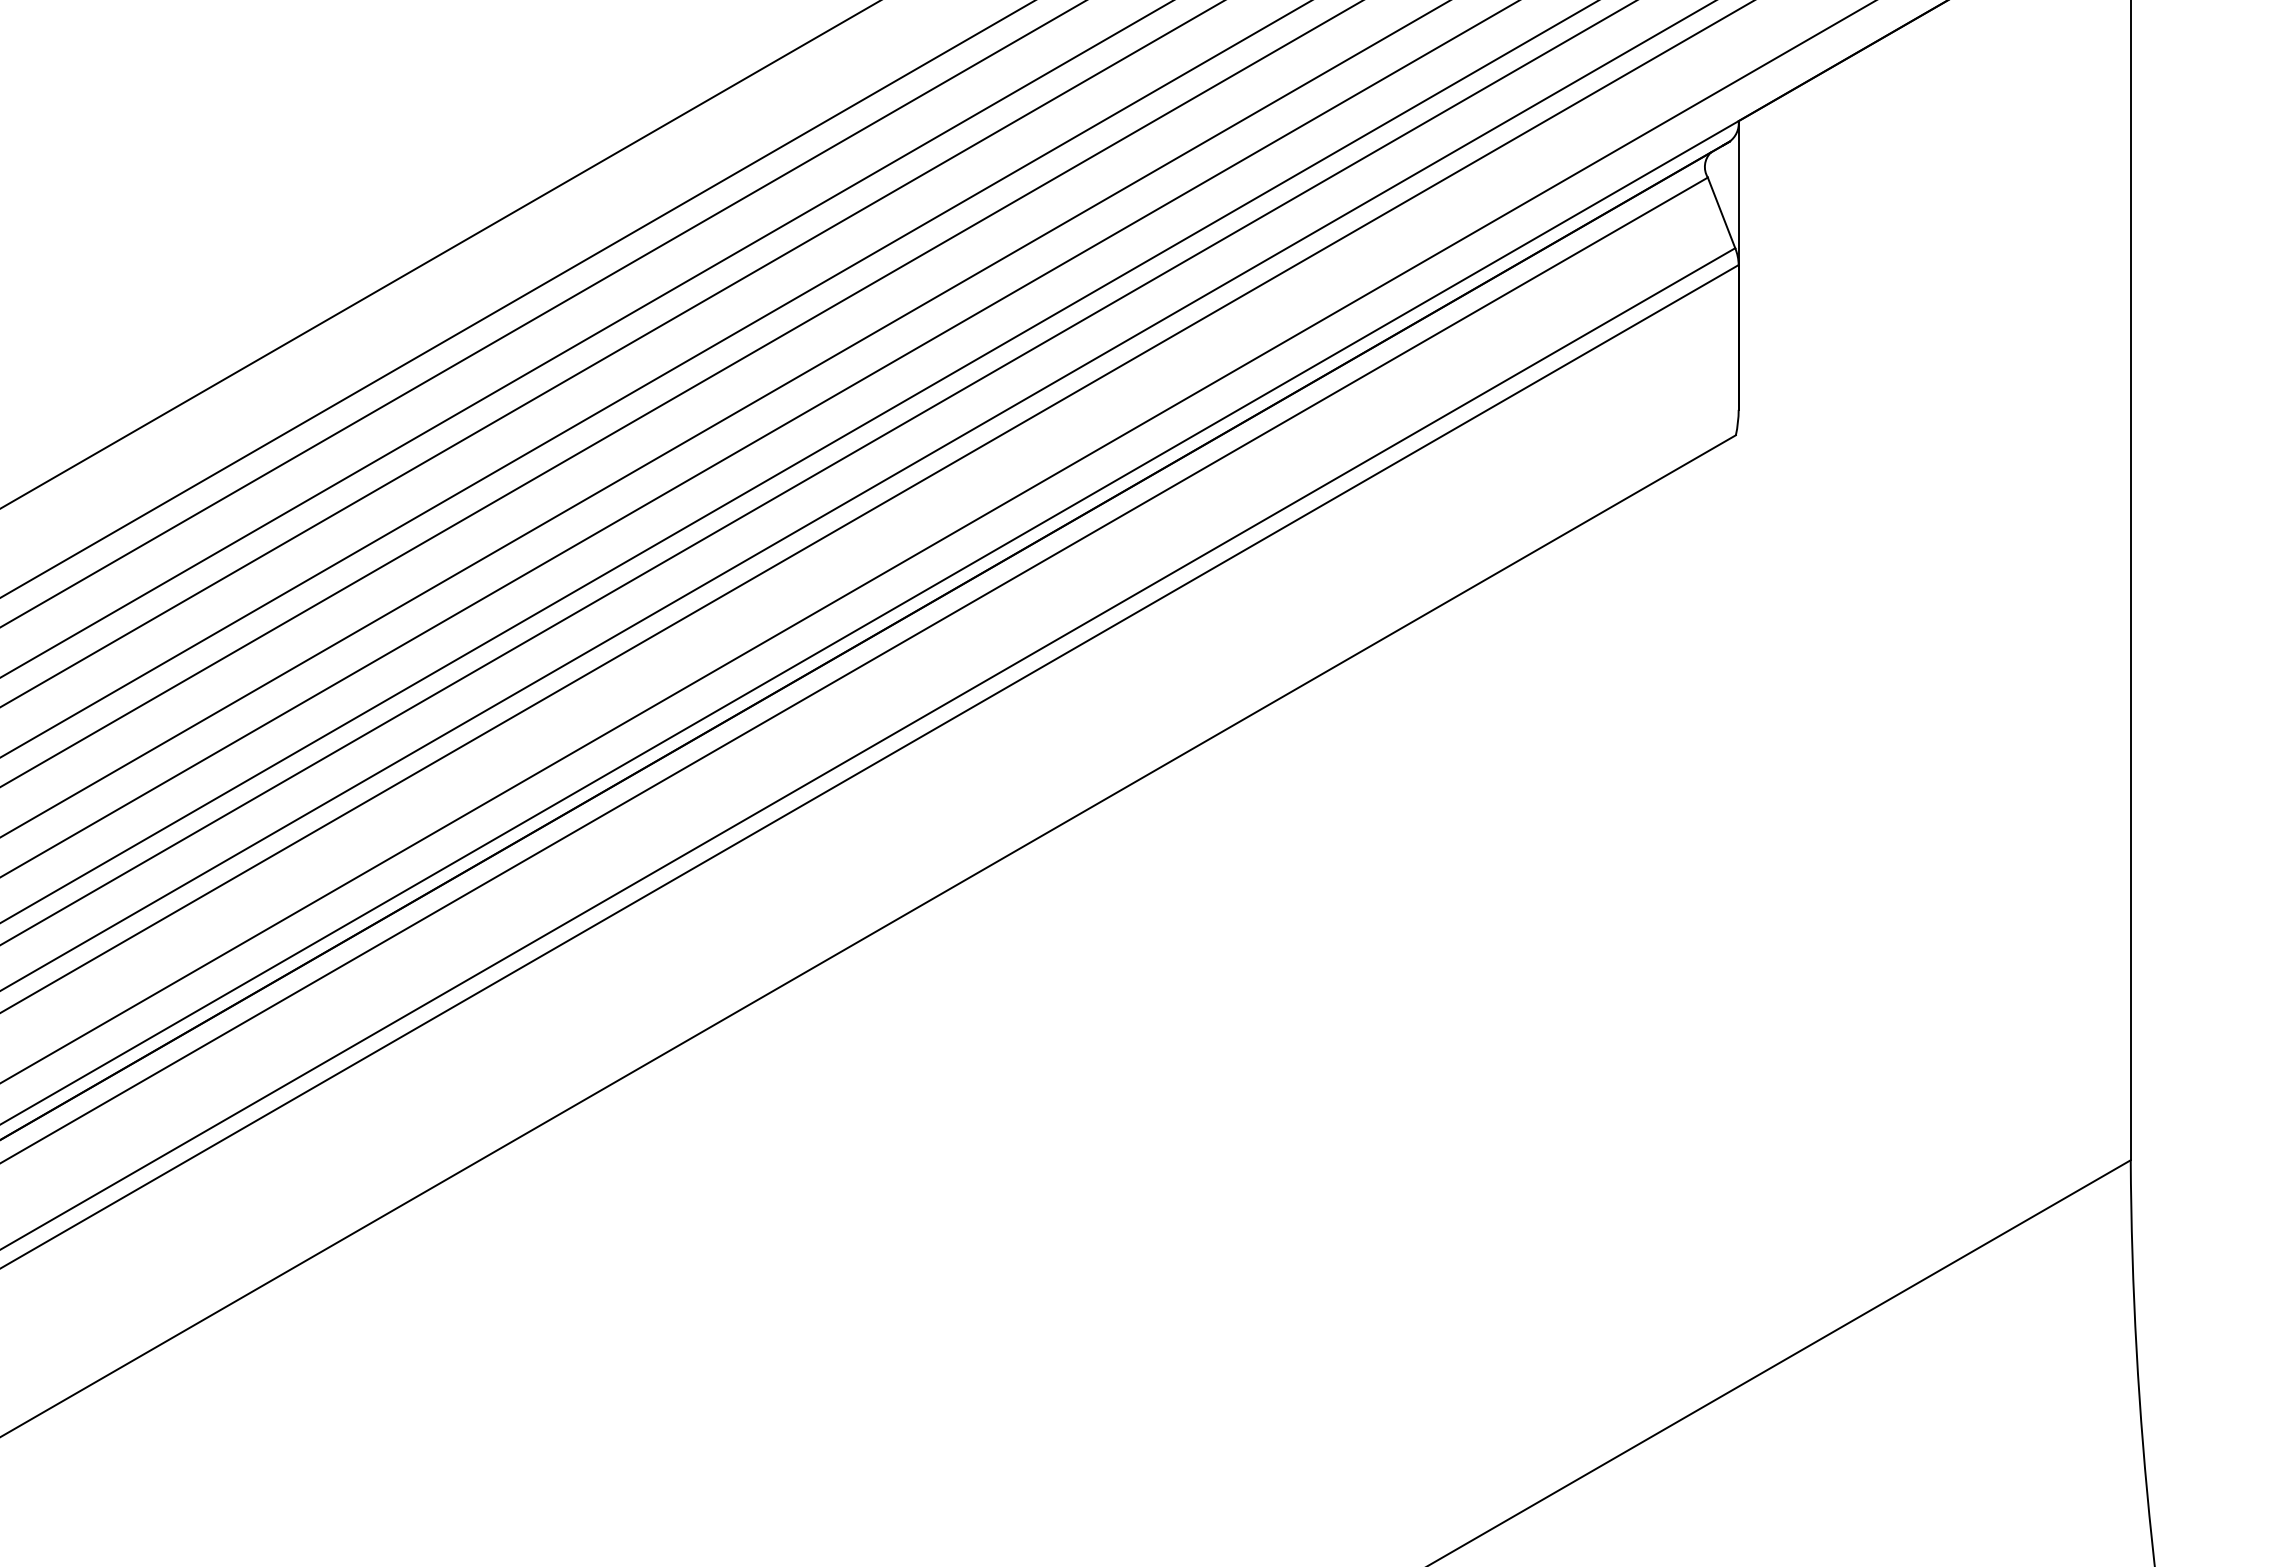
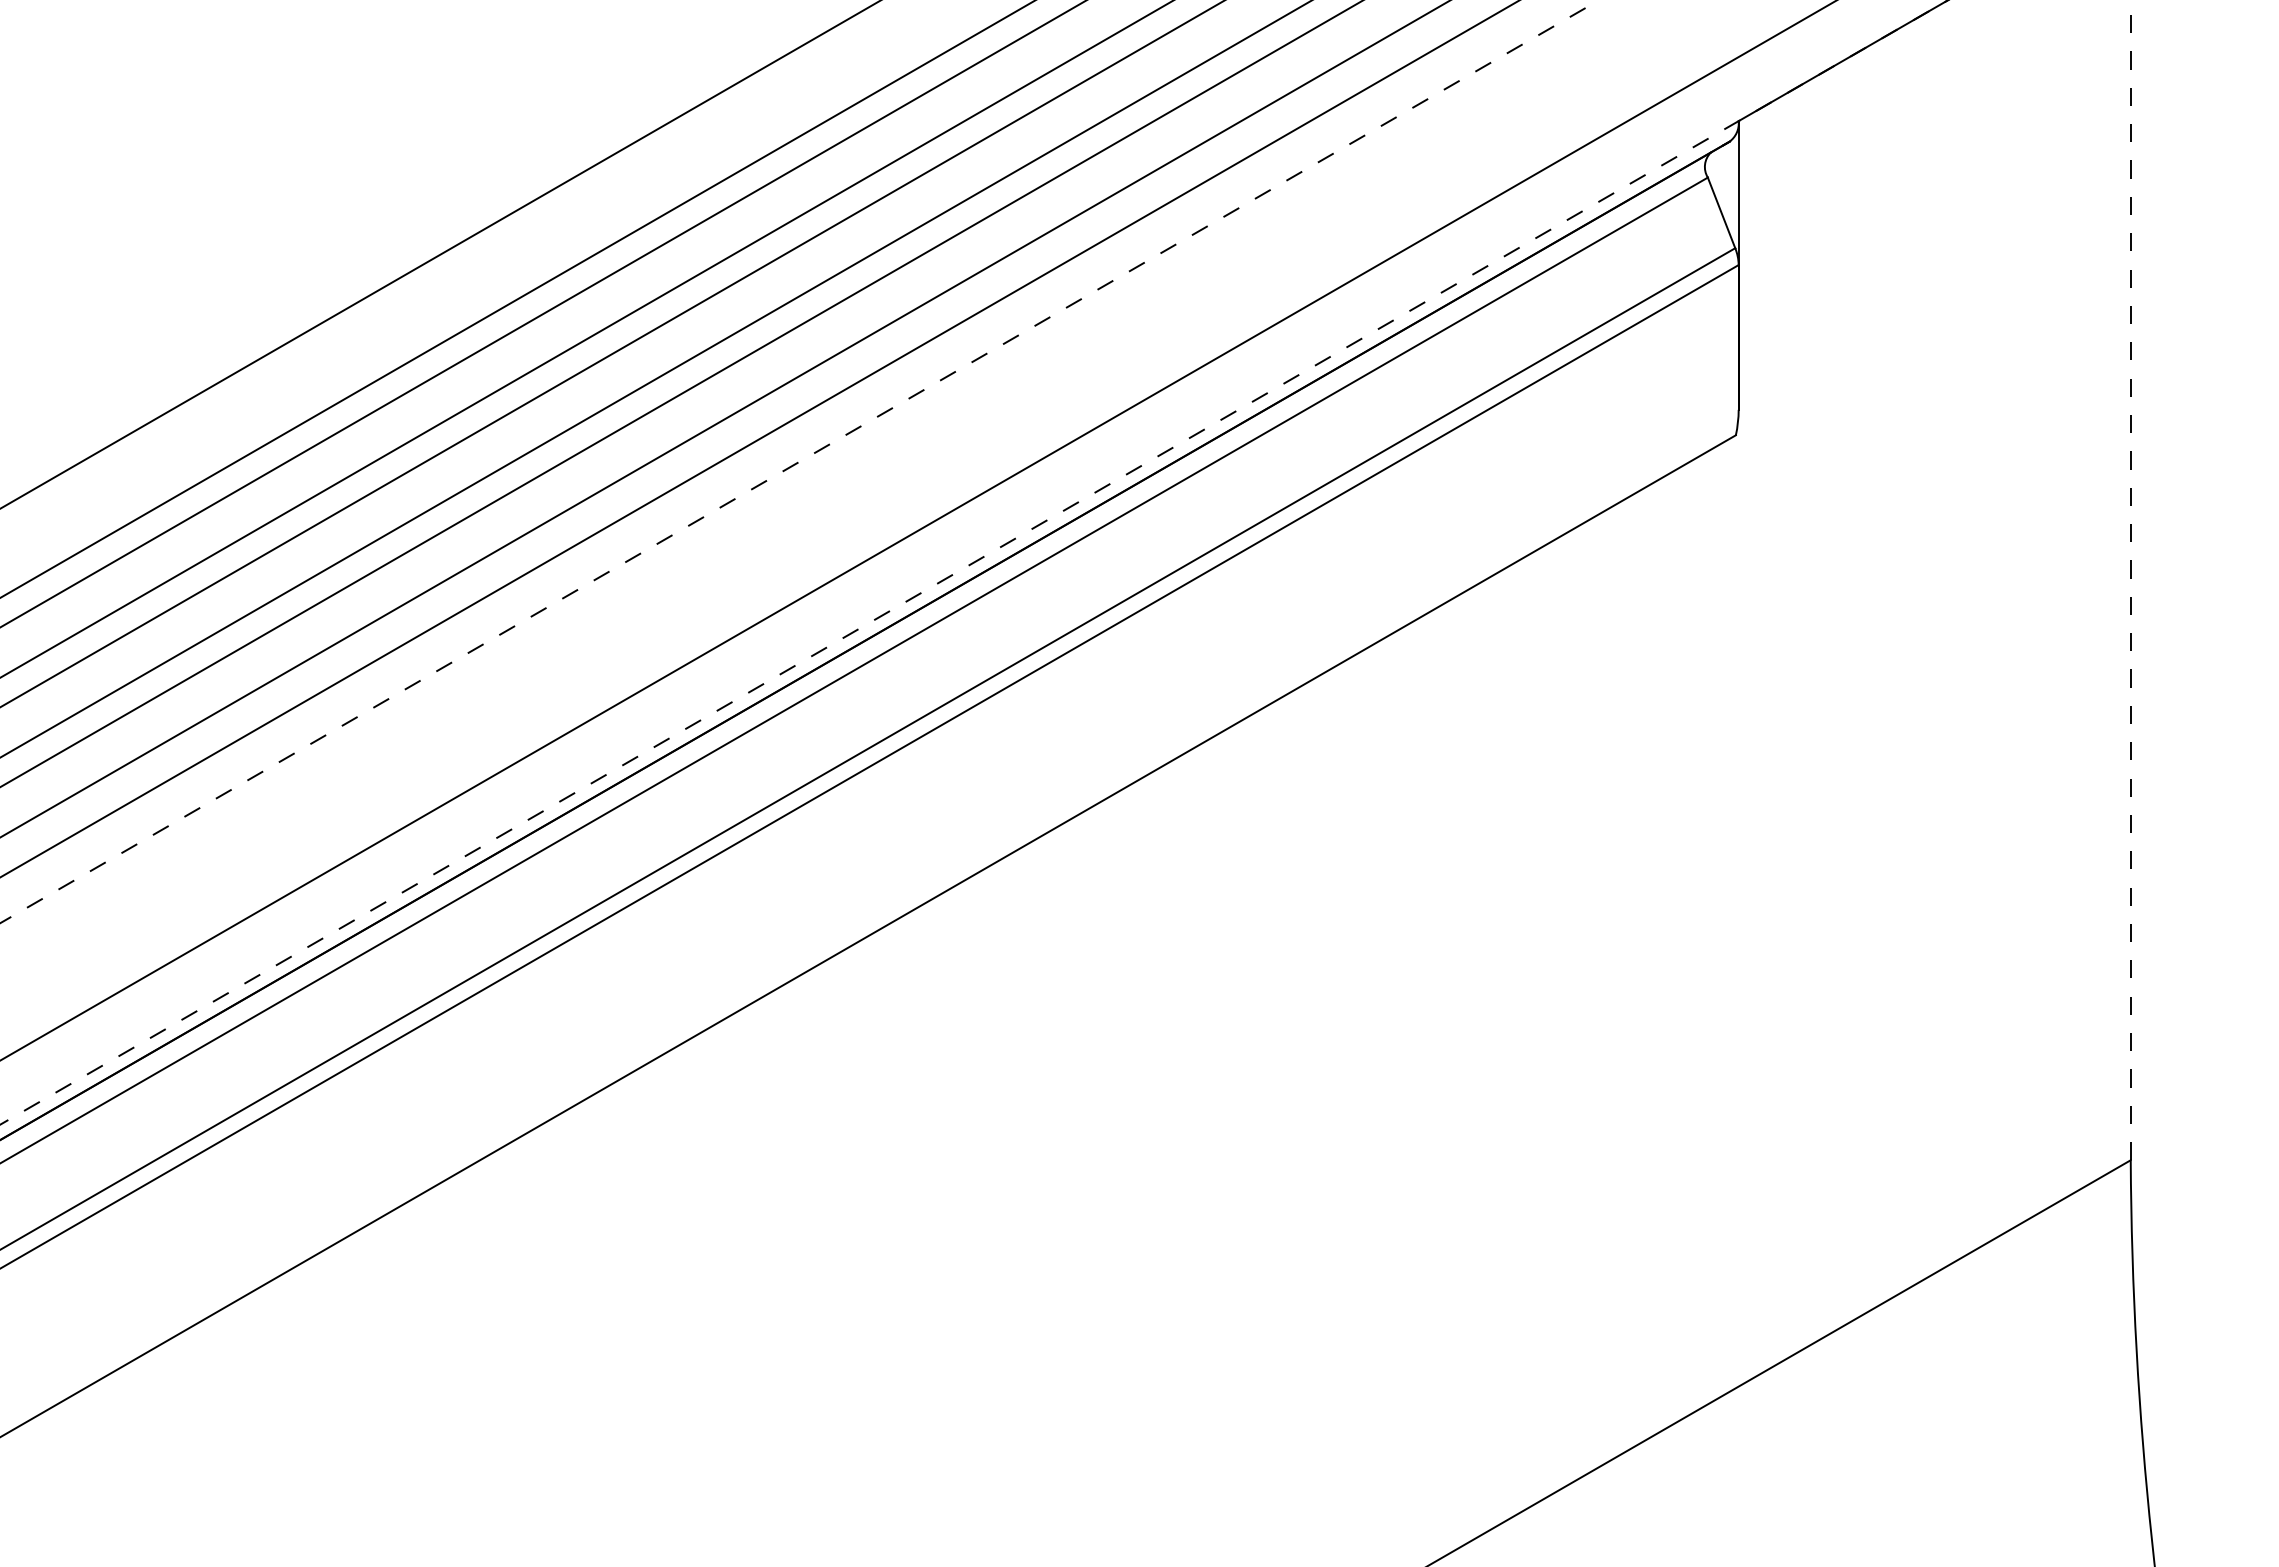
line at (799, 461): solid -> dashed
line at (818, 473): present -> none
line at (857, 495): present -> none
line at (876, 507): present -> none
line at (937, 542) position: (937, 542) -> (917, 530)
line at (973, 562): solid -> dashed
line at (2130, 580): solid -> dashed
